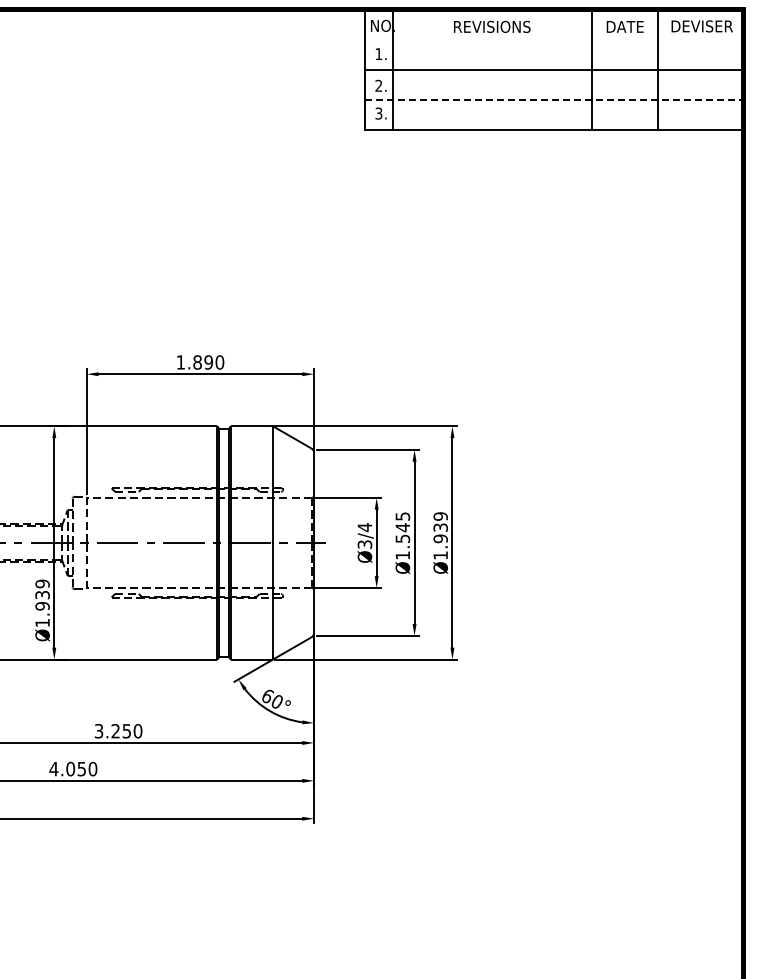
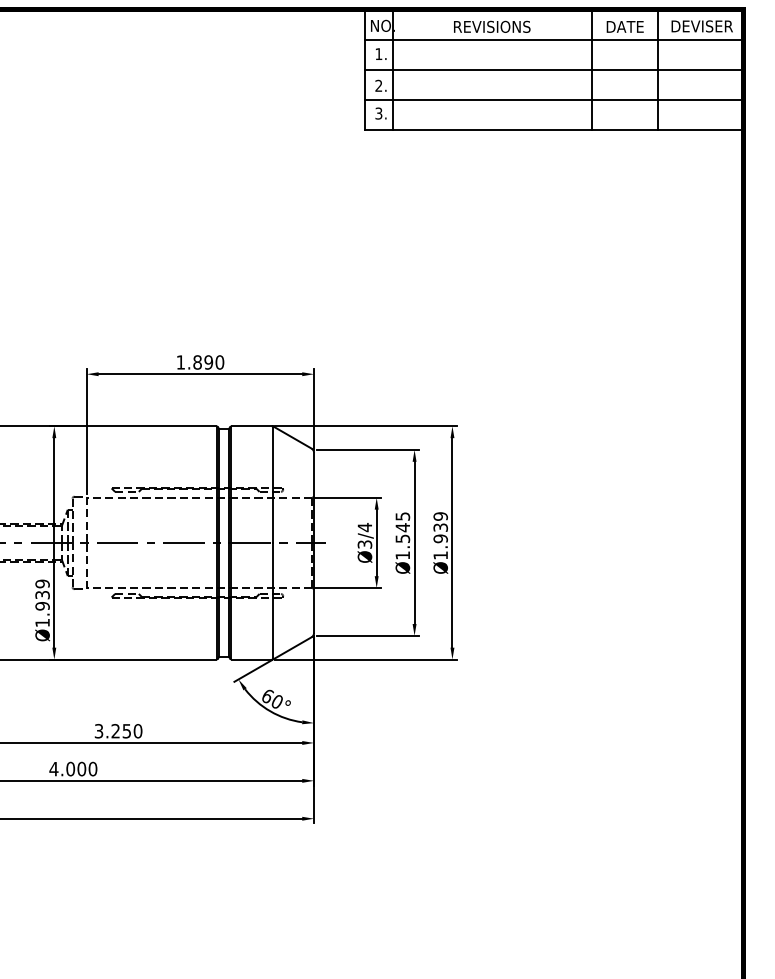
line at (553, 39): none -> present
line at (554, 100): dashed -> solid
text at (81, 768): 4.050 -> 4.000
